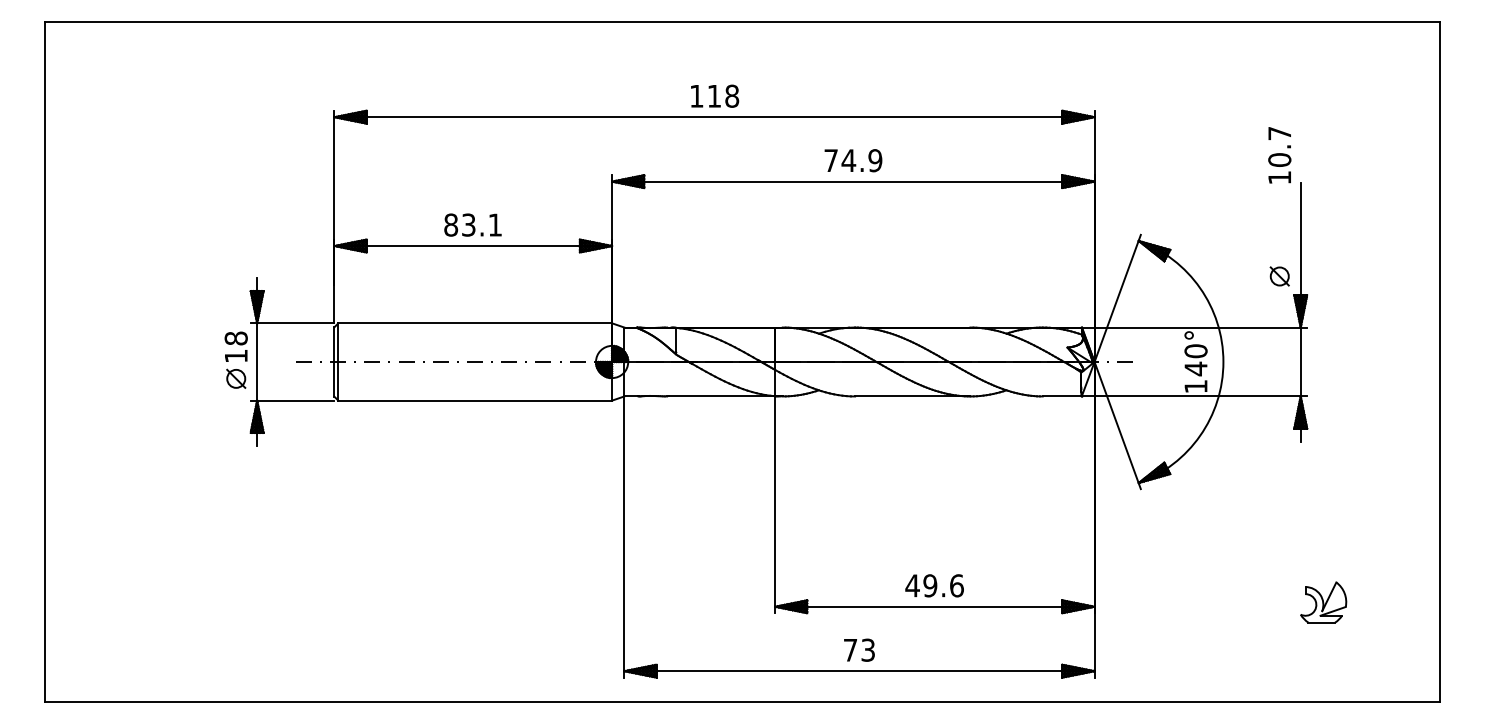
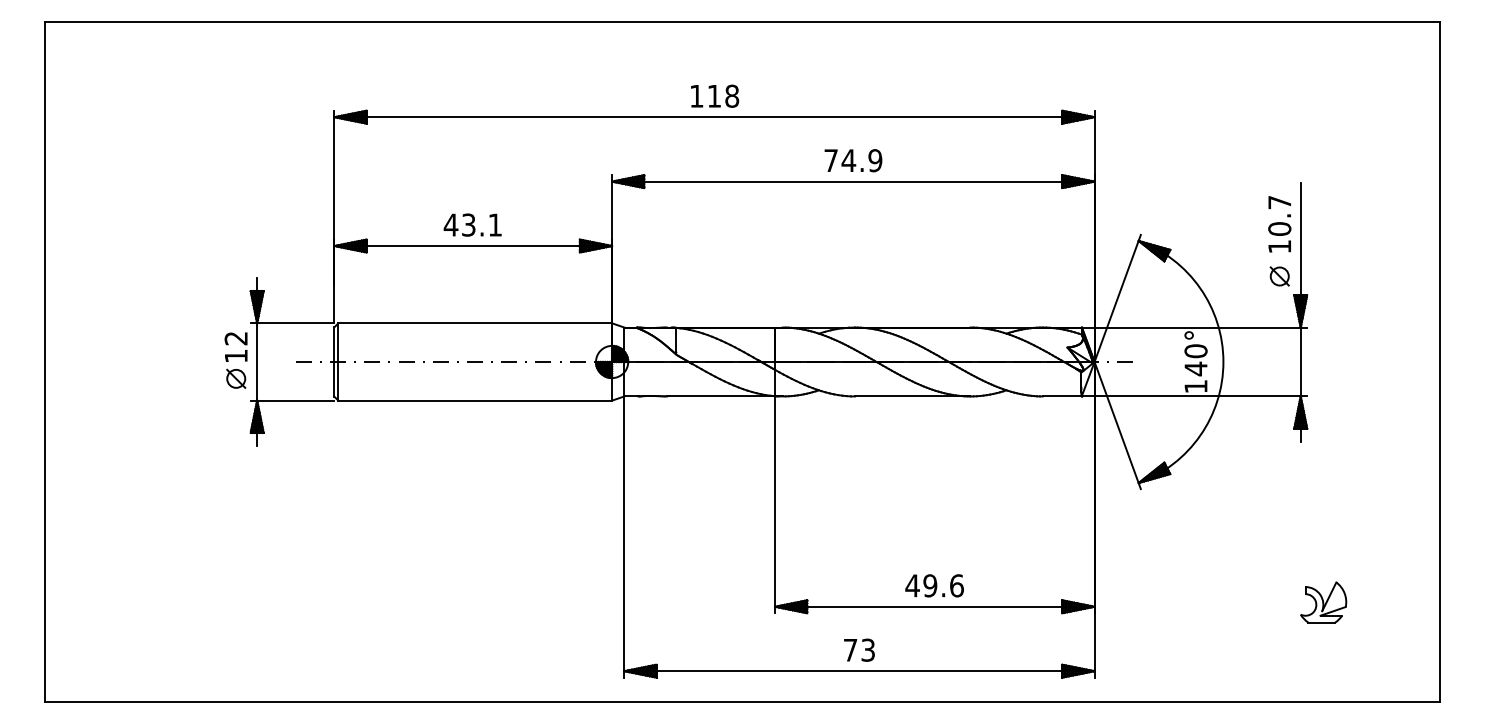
text at (1279, 155) position: (1279, 155) -> (1279, 224)
text at (450, 224): 83.1 -> 43.1
text at (235, 338): 18 -> 12
